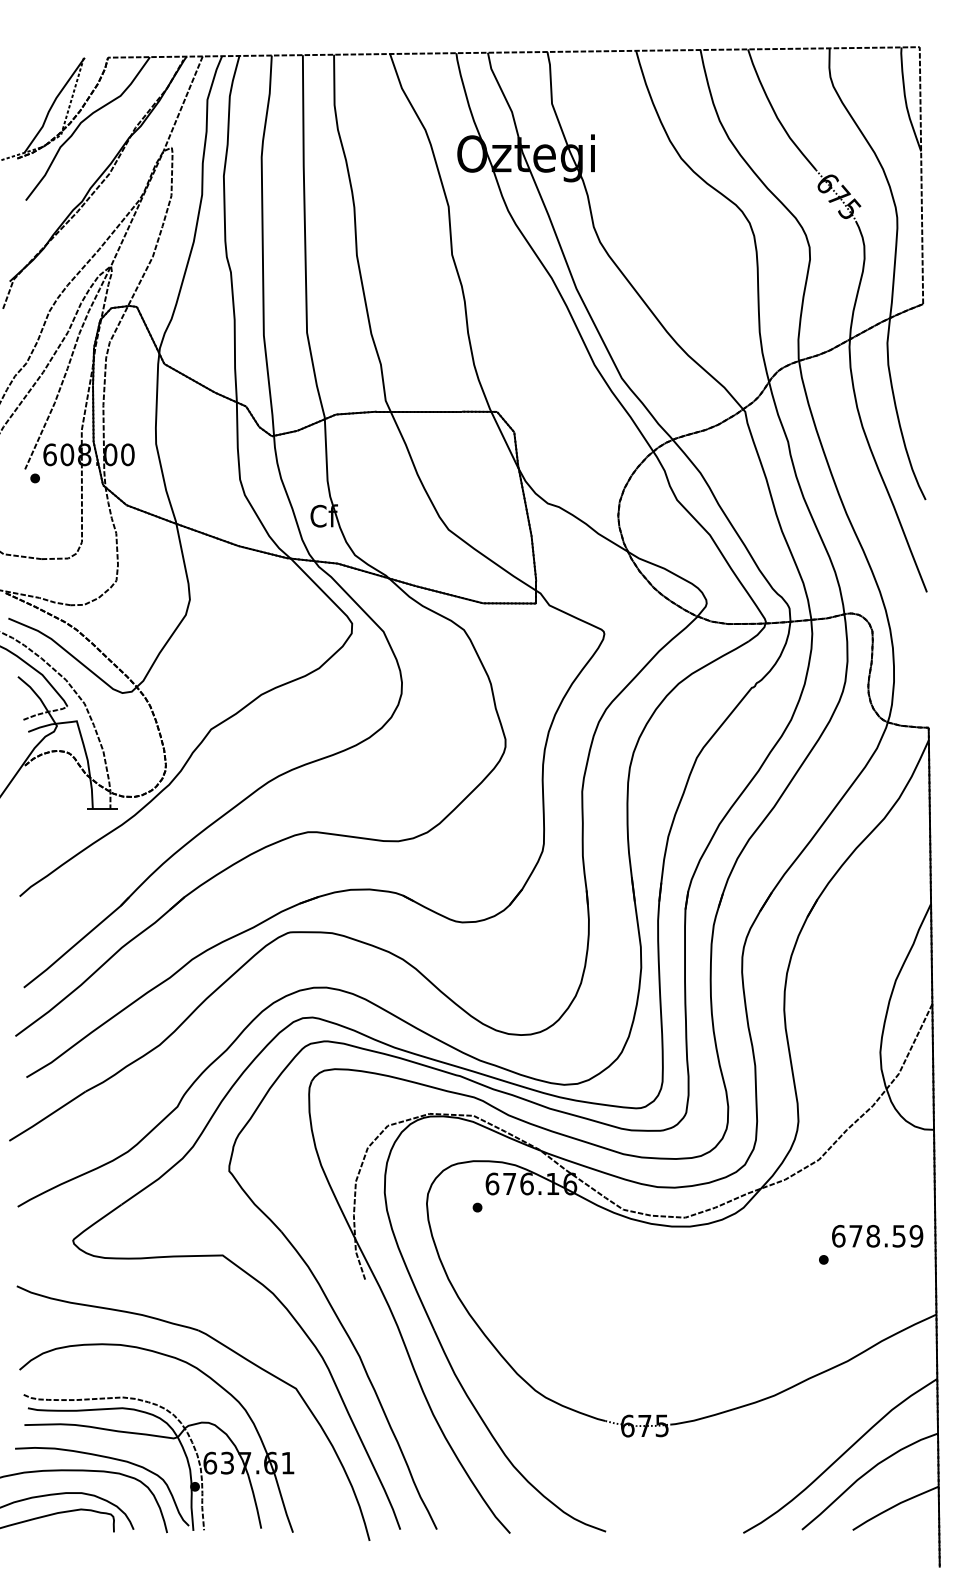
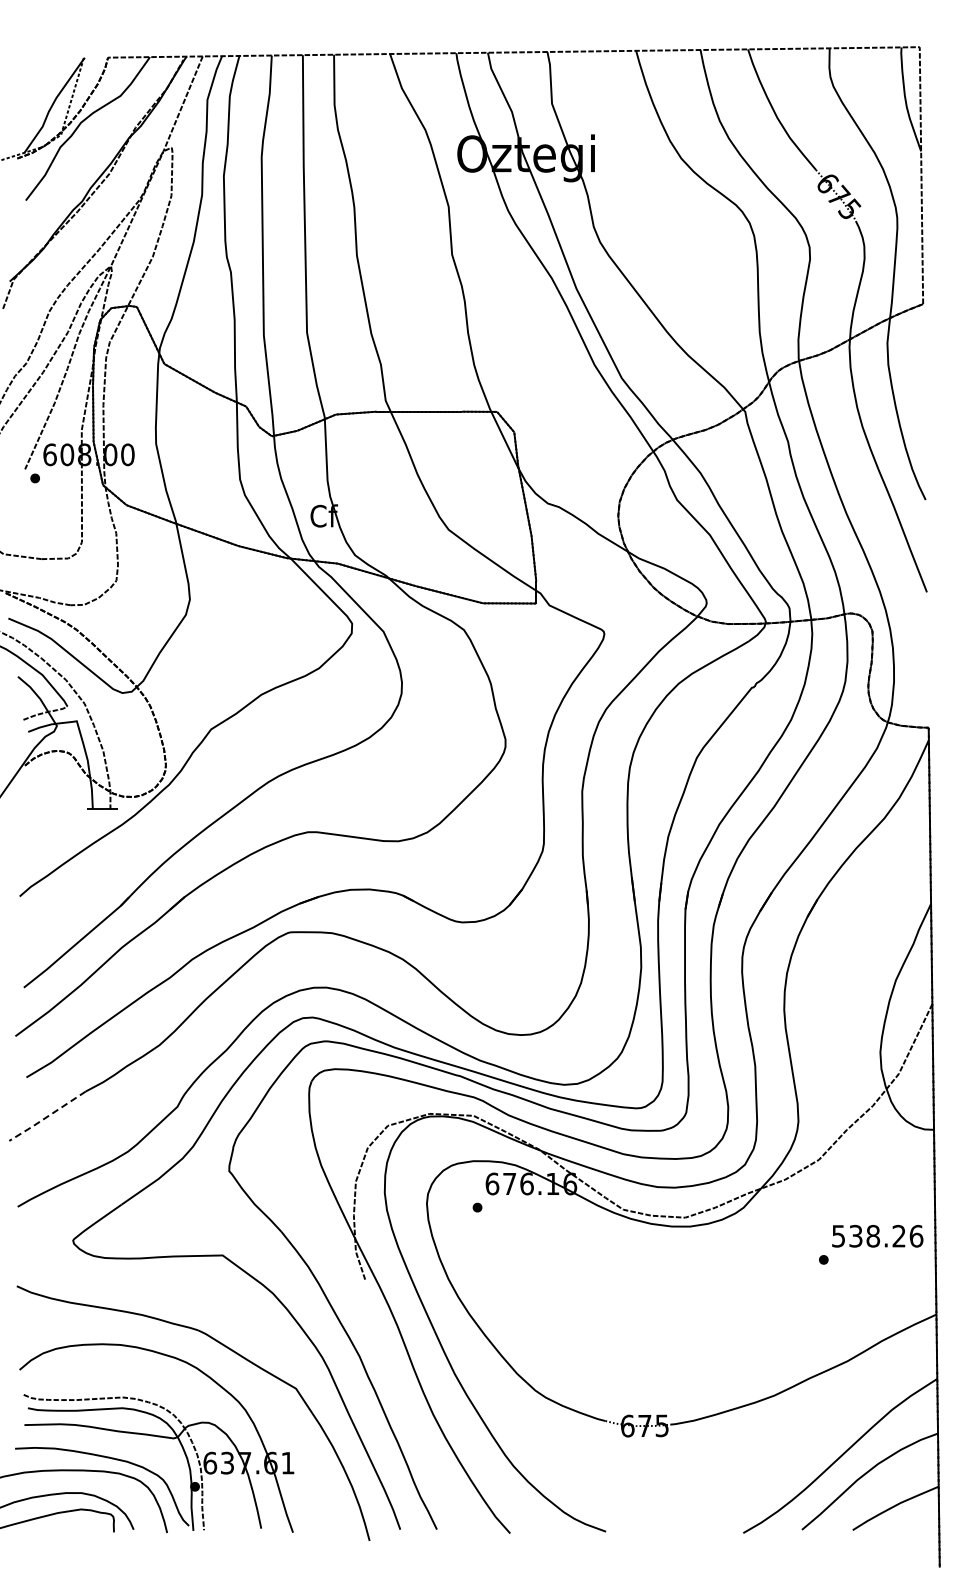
line at (47, 1116): solid -> dashed
text at (877, 1235): 678.59 -> 538.26
